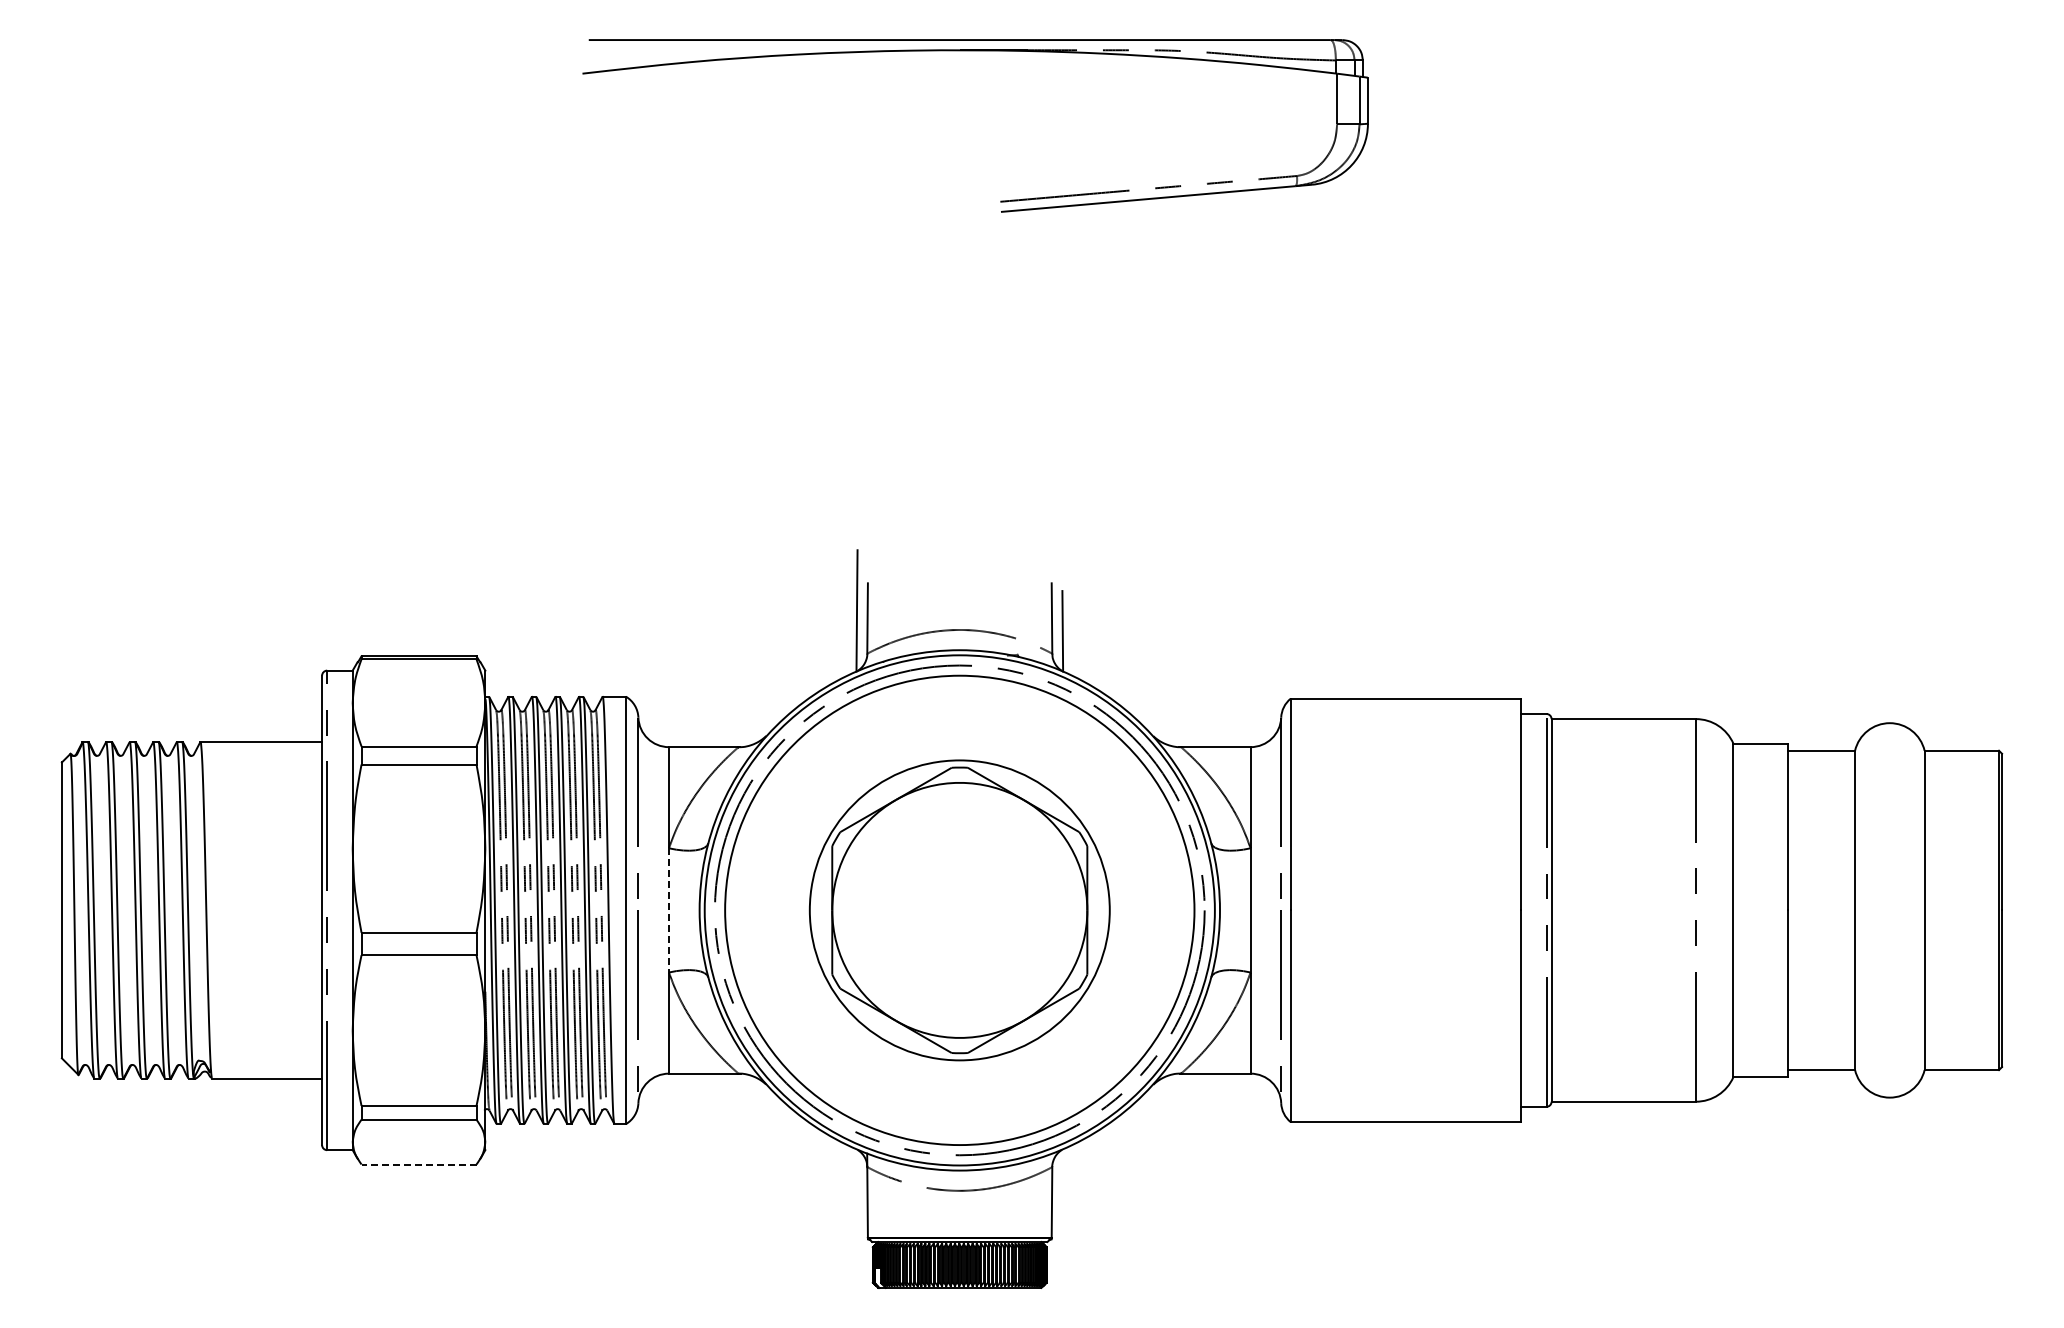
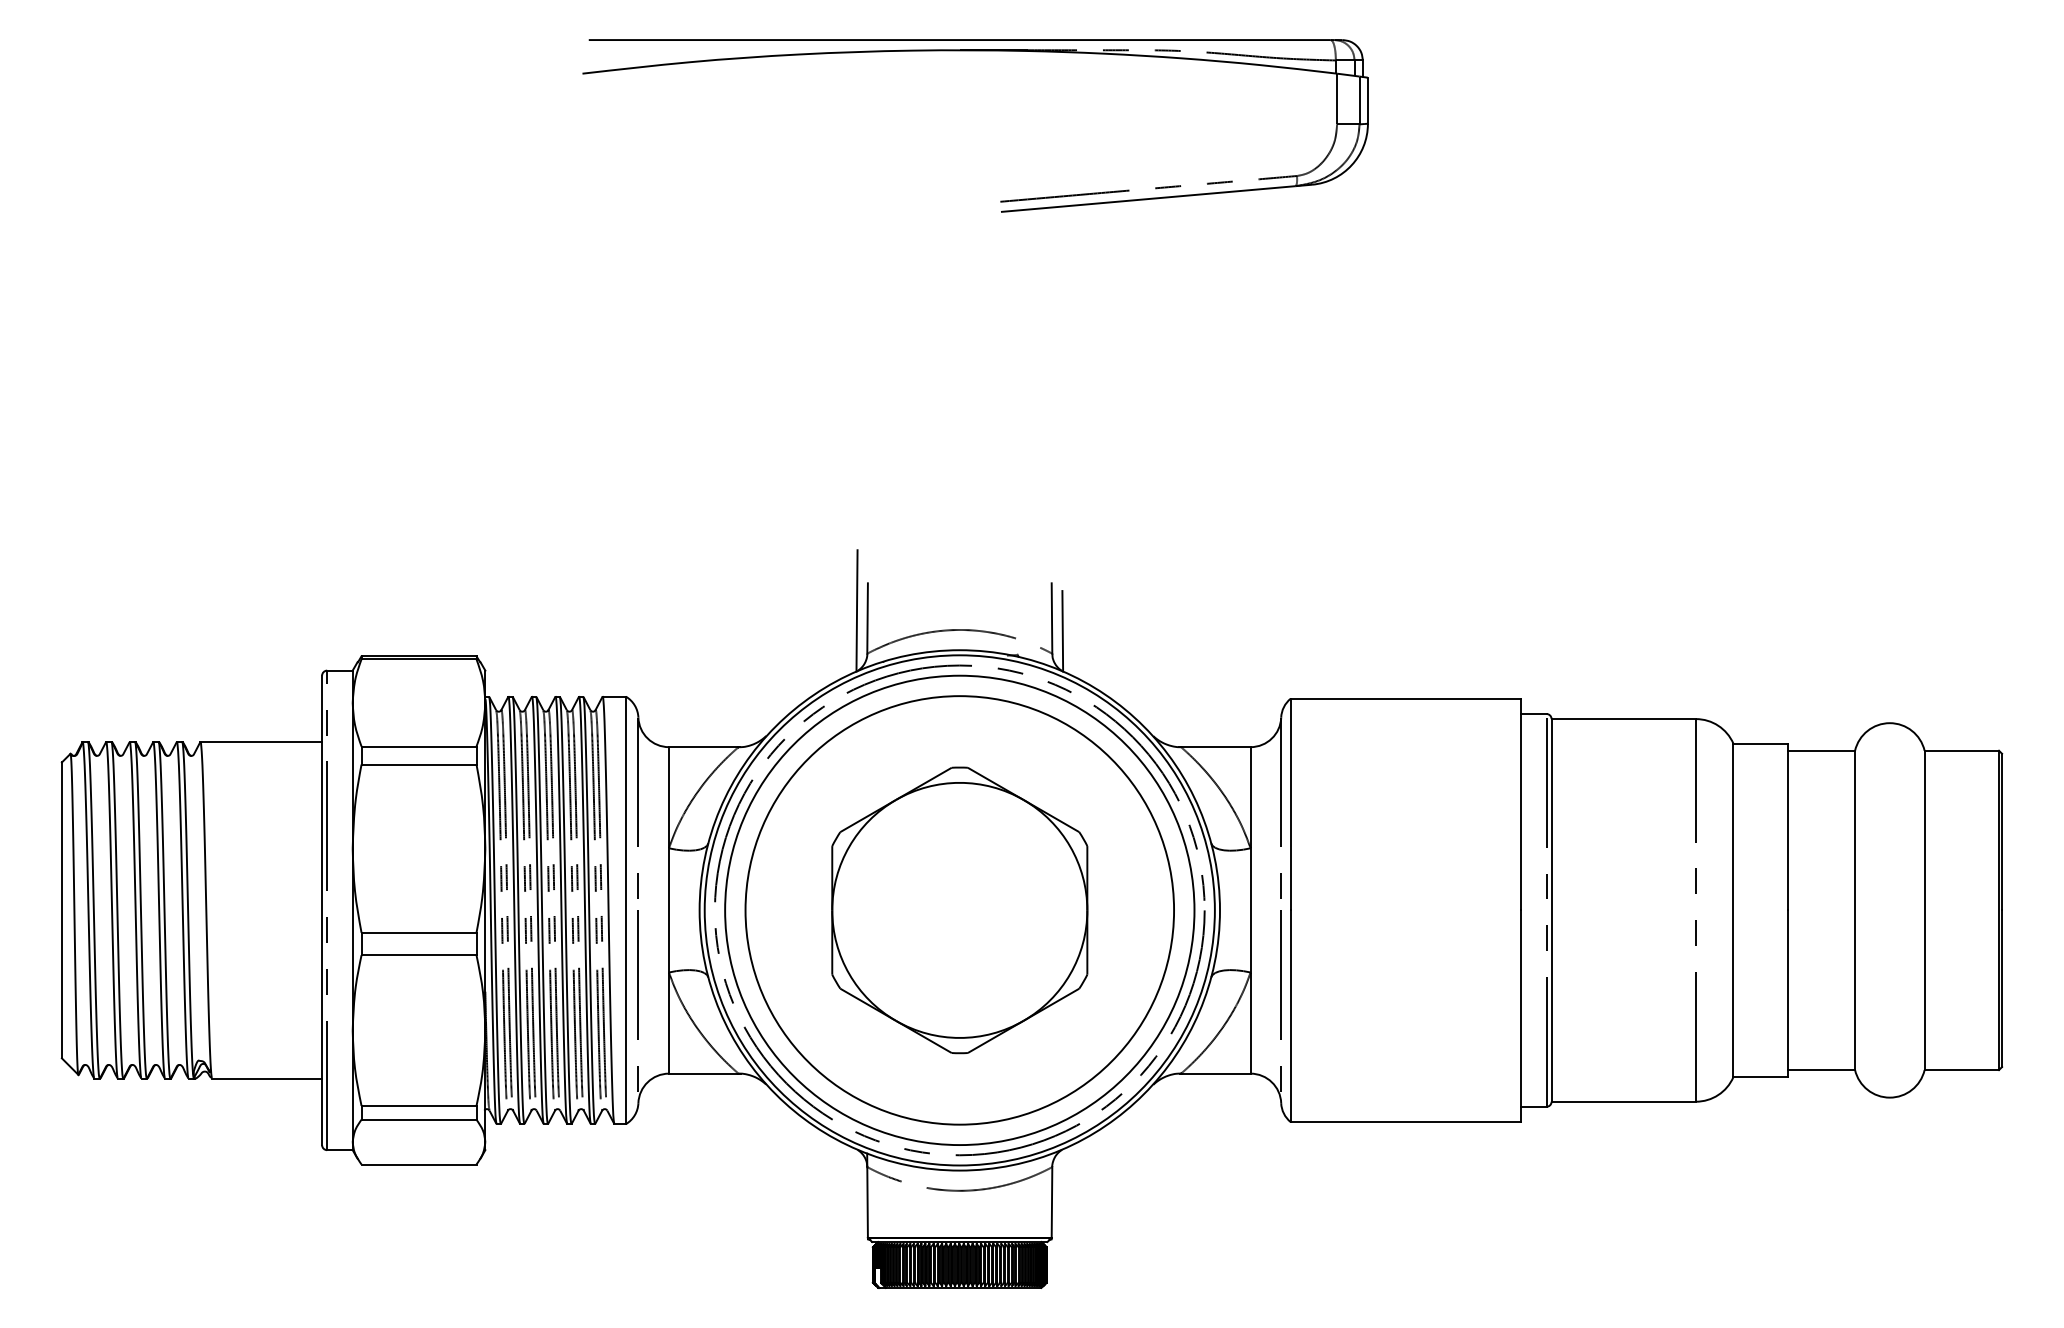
line at (668, 910): dashed -> solid
circle at (959, 910) diameter: 300 px -> 429 px
line at (418, 1164): dashed -> solid
